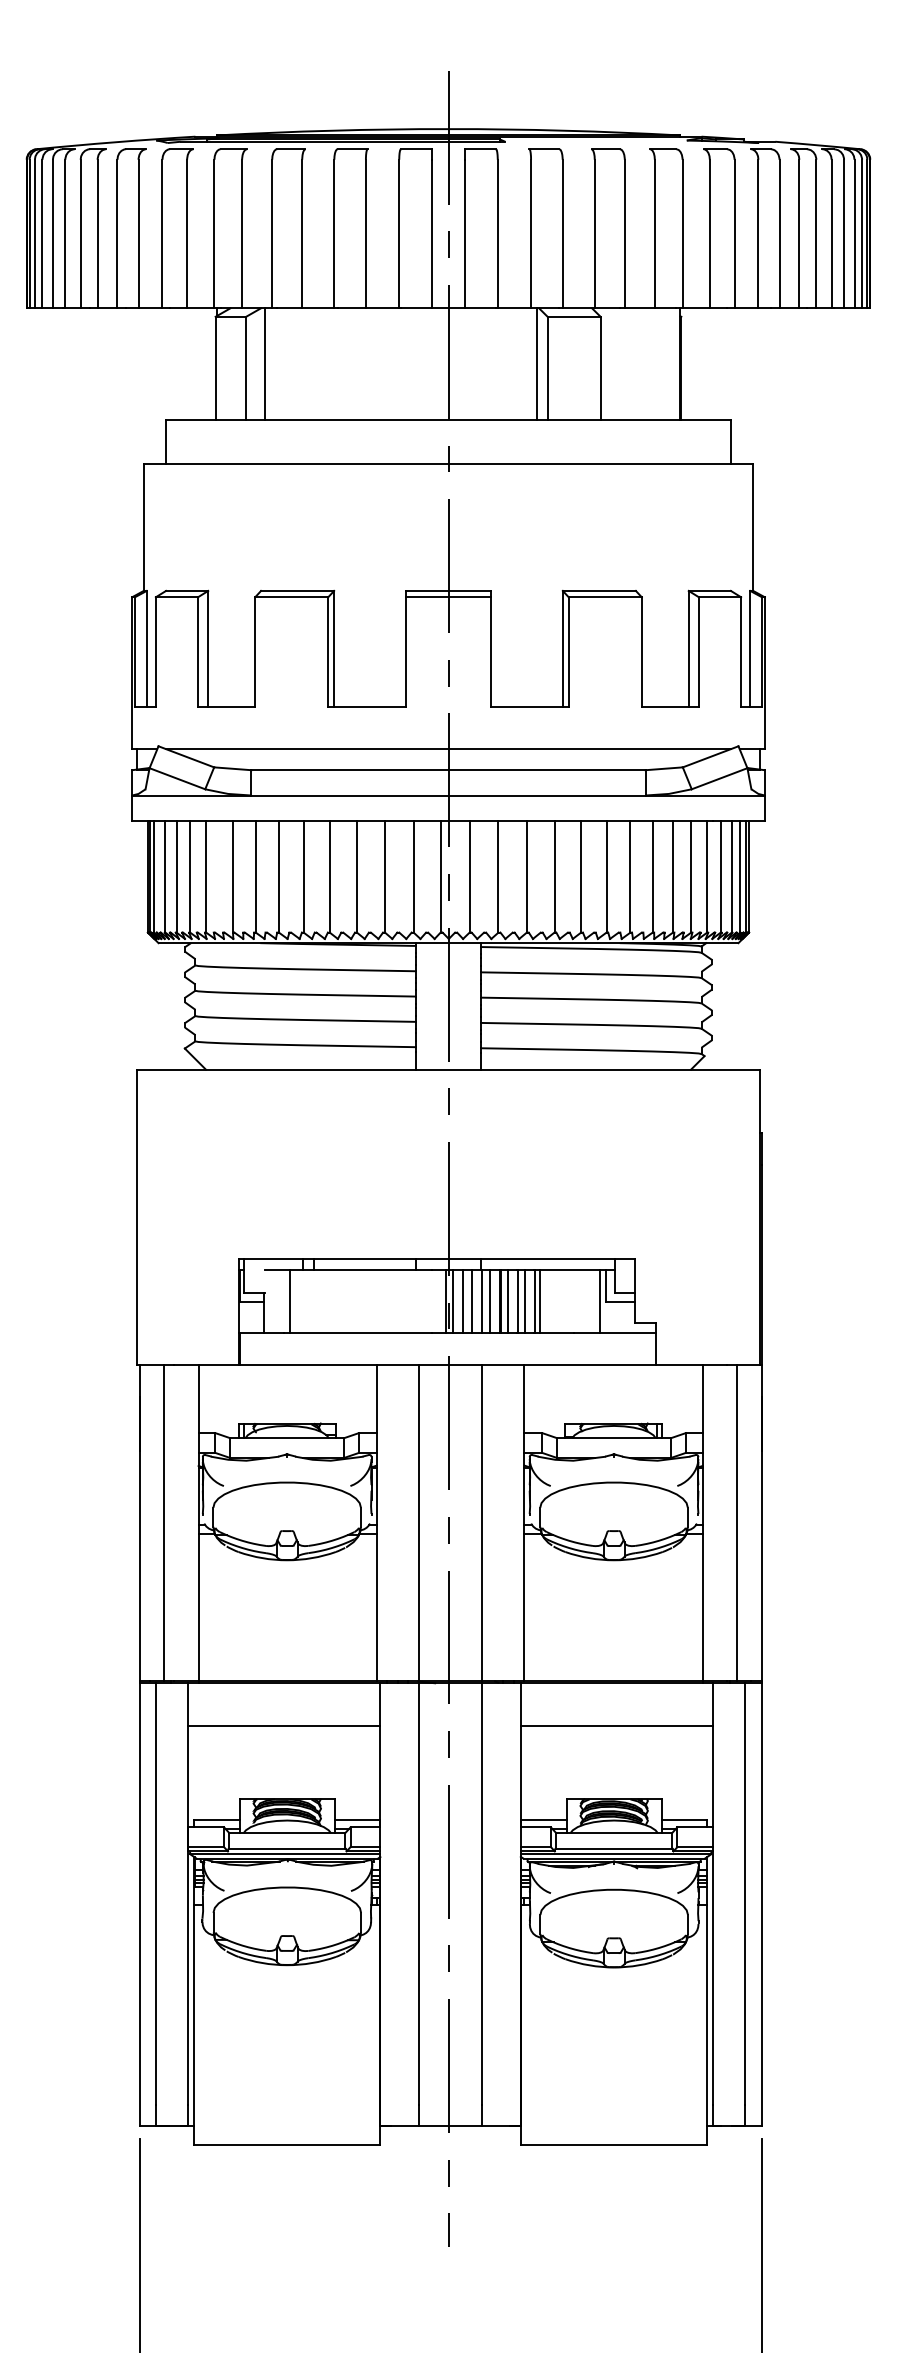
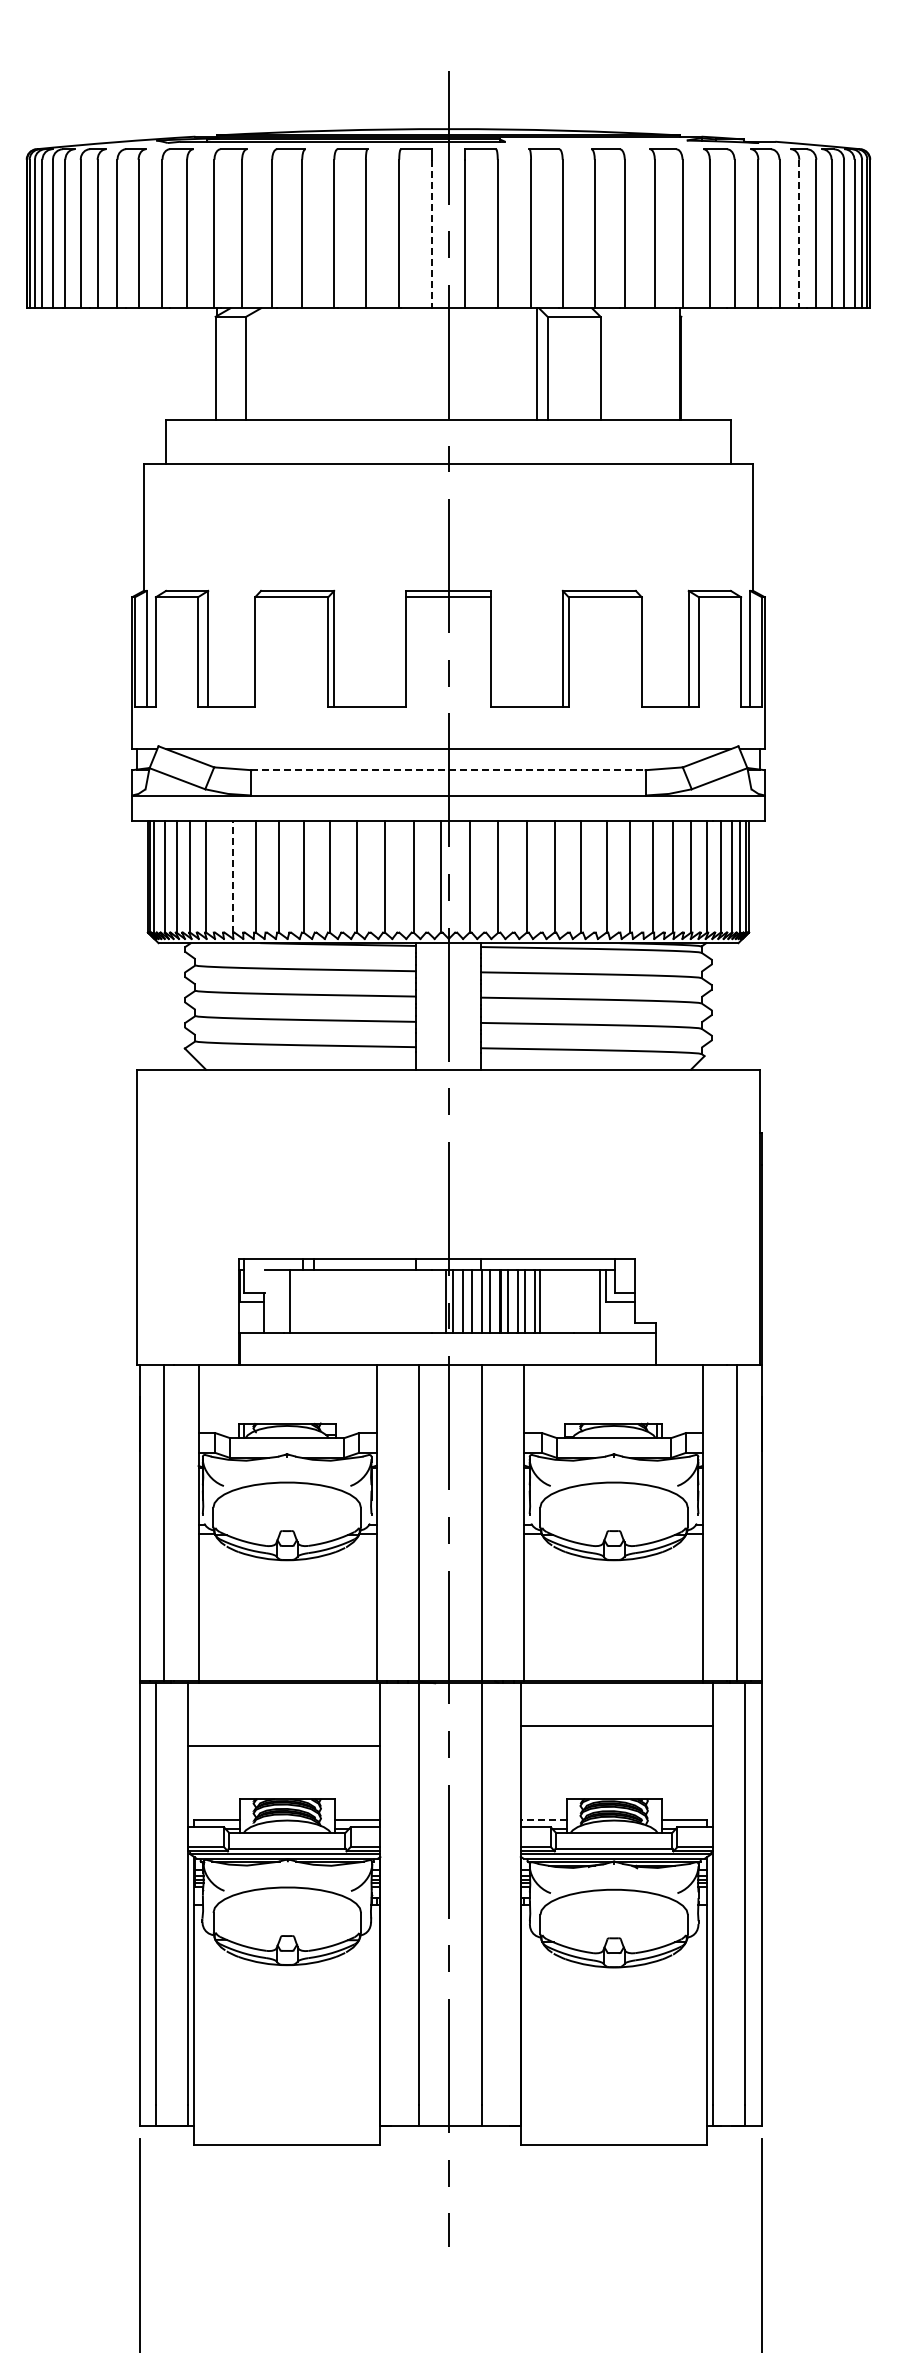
line at (431, 234): solid -> dashed
line at (799, 234): solid -> dashed
line at (264, 364): present -> none
line at (448, 770): solid -> dashed
line at (233, 876): solid -> dashed
line at (284, 1725) position: (284, 1725) -> (284, 1745)
line at (543, 1820): solid -> dashed
